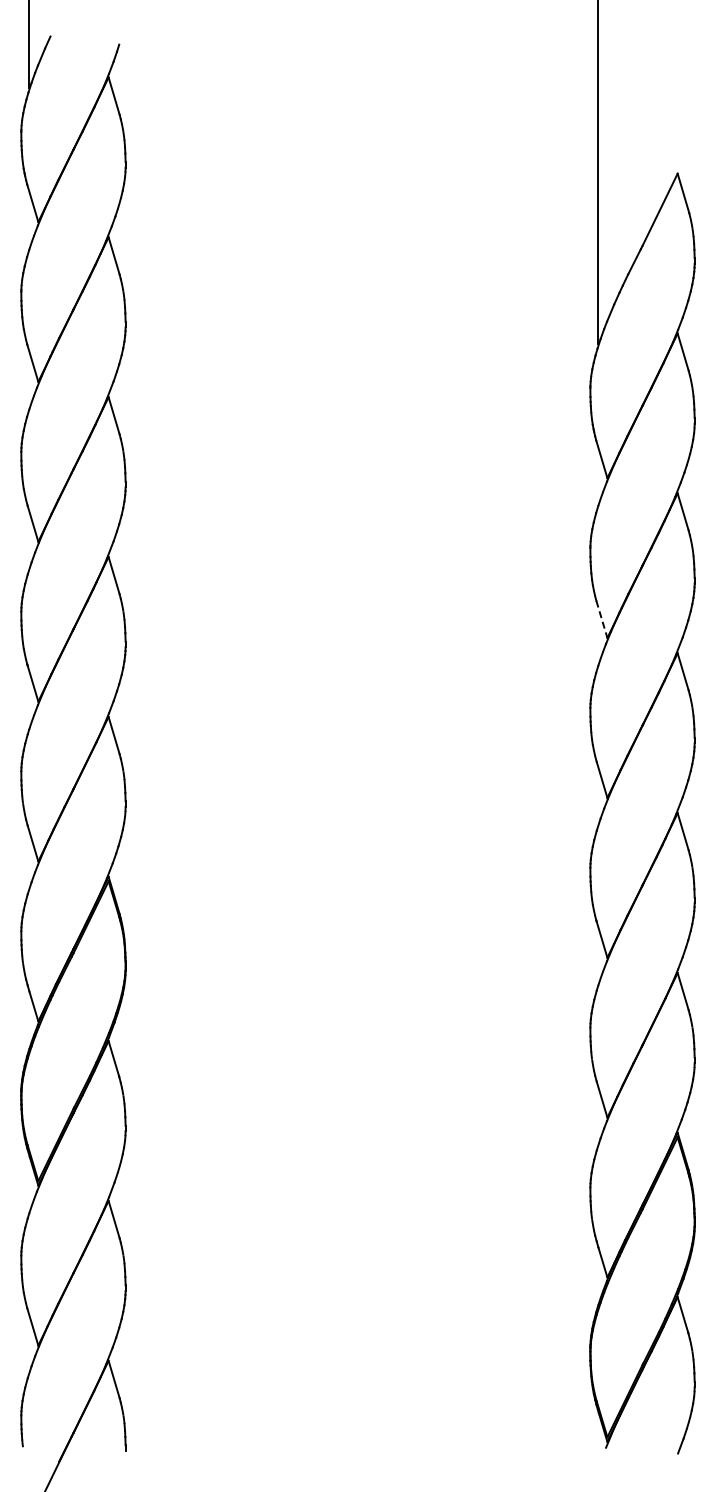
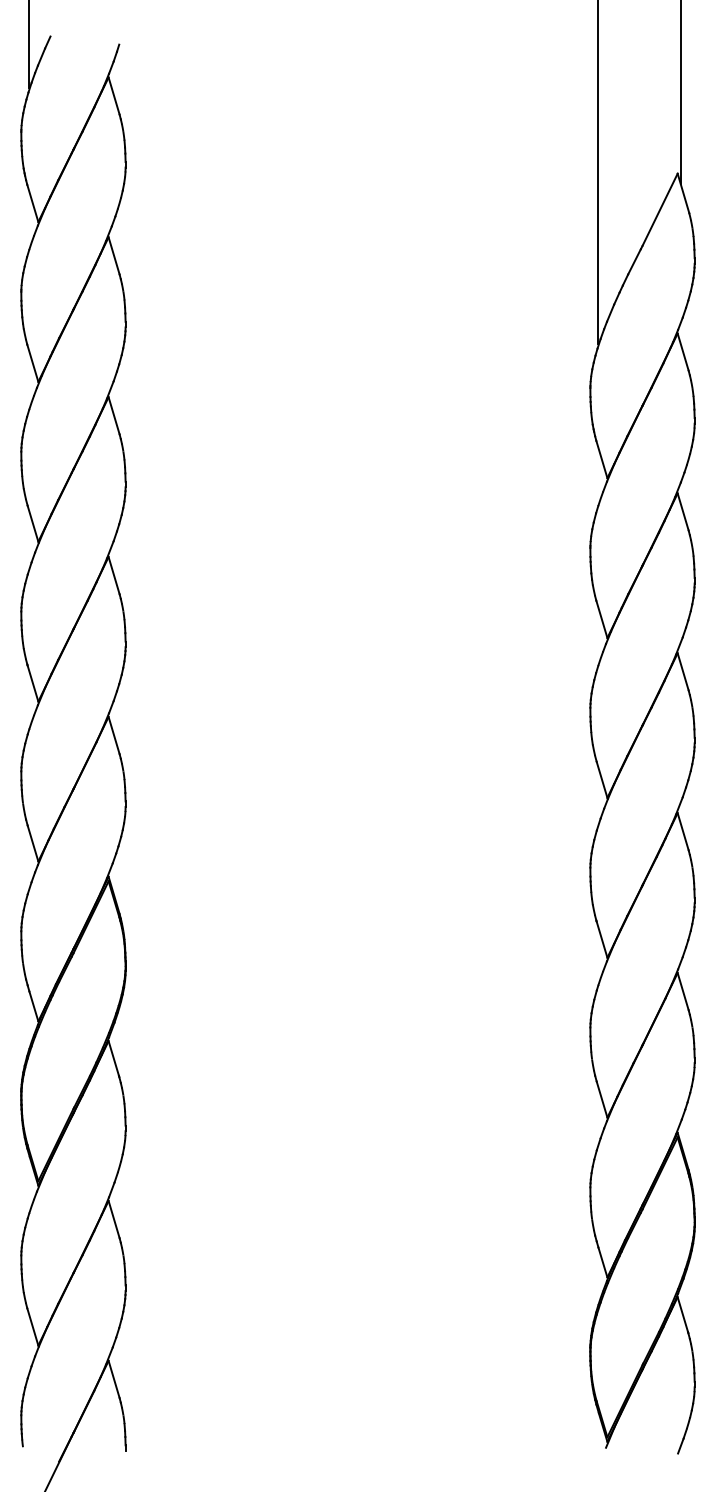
line at (680, 92): none -> present
line at (602, 619): dashed -> solid
